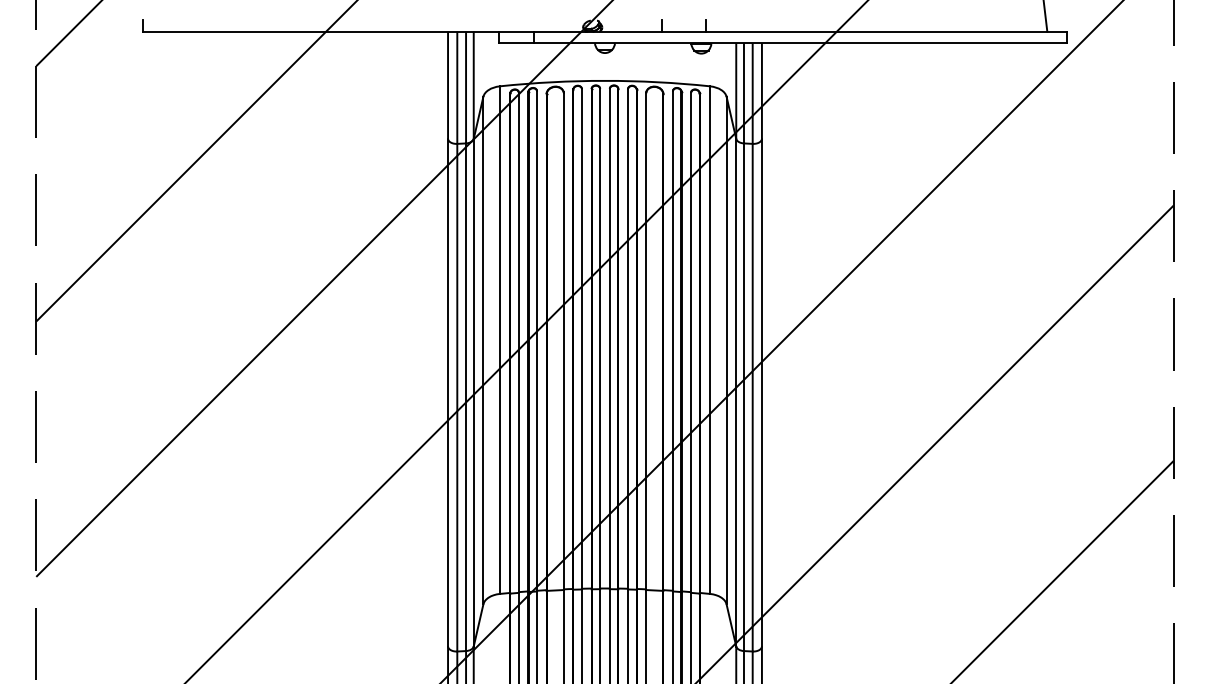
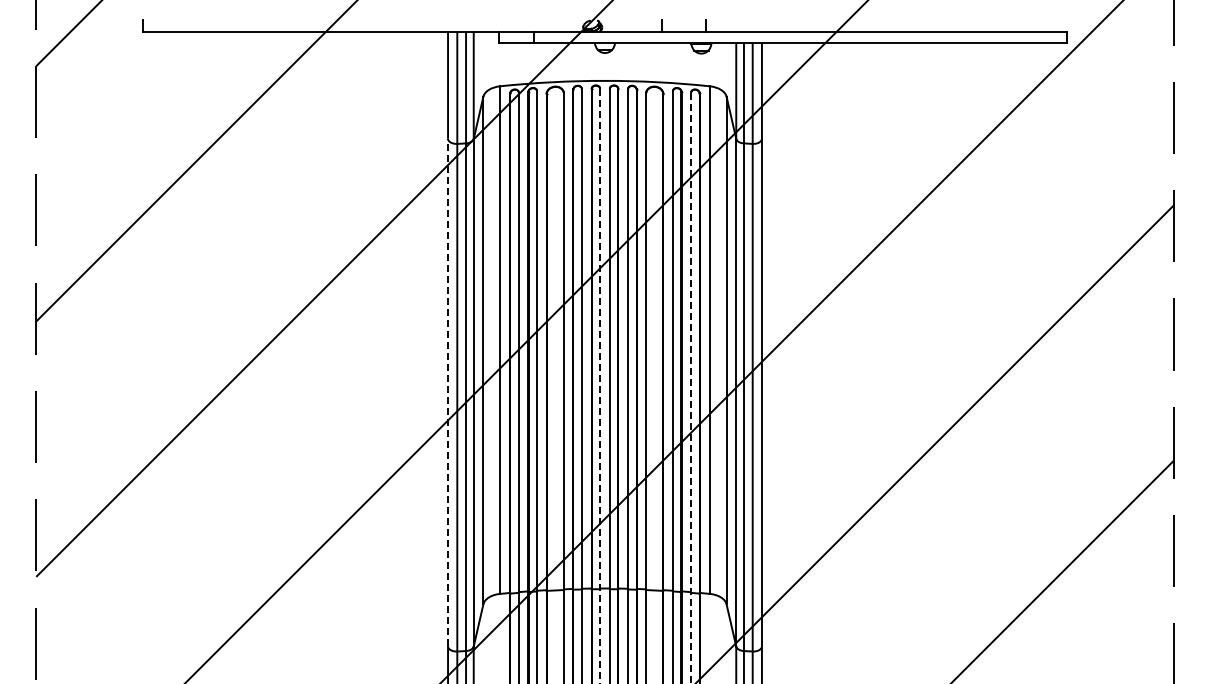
line at (1045, 16): present -> none
line at (600, 386): solid -> dashed
line at (691, 388): solid -> dashed
line at (448, 392): solid -> dashed
